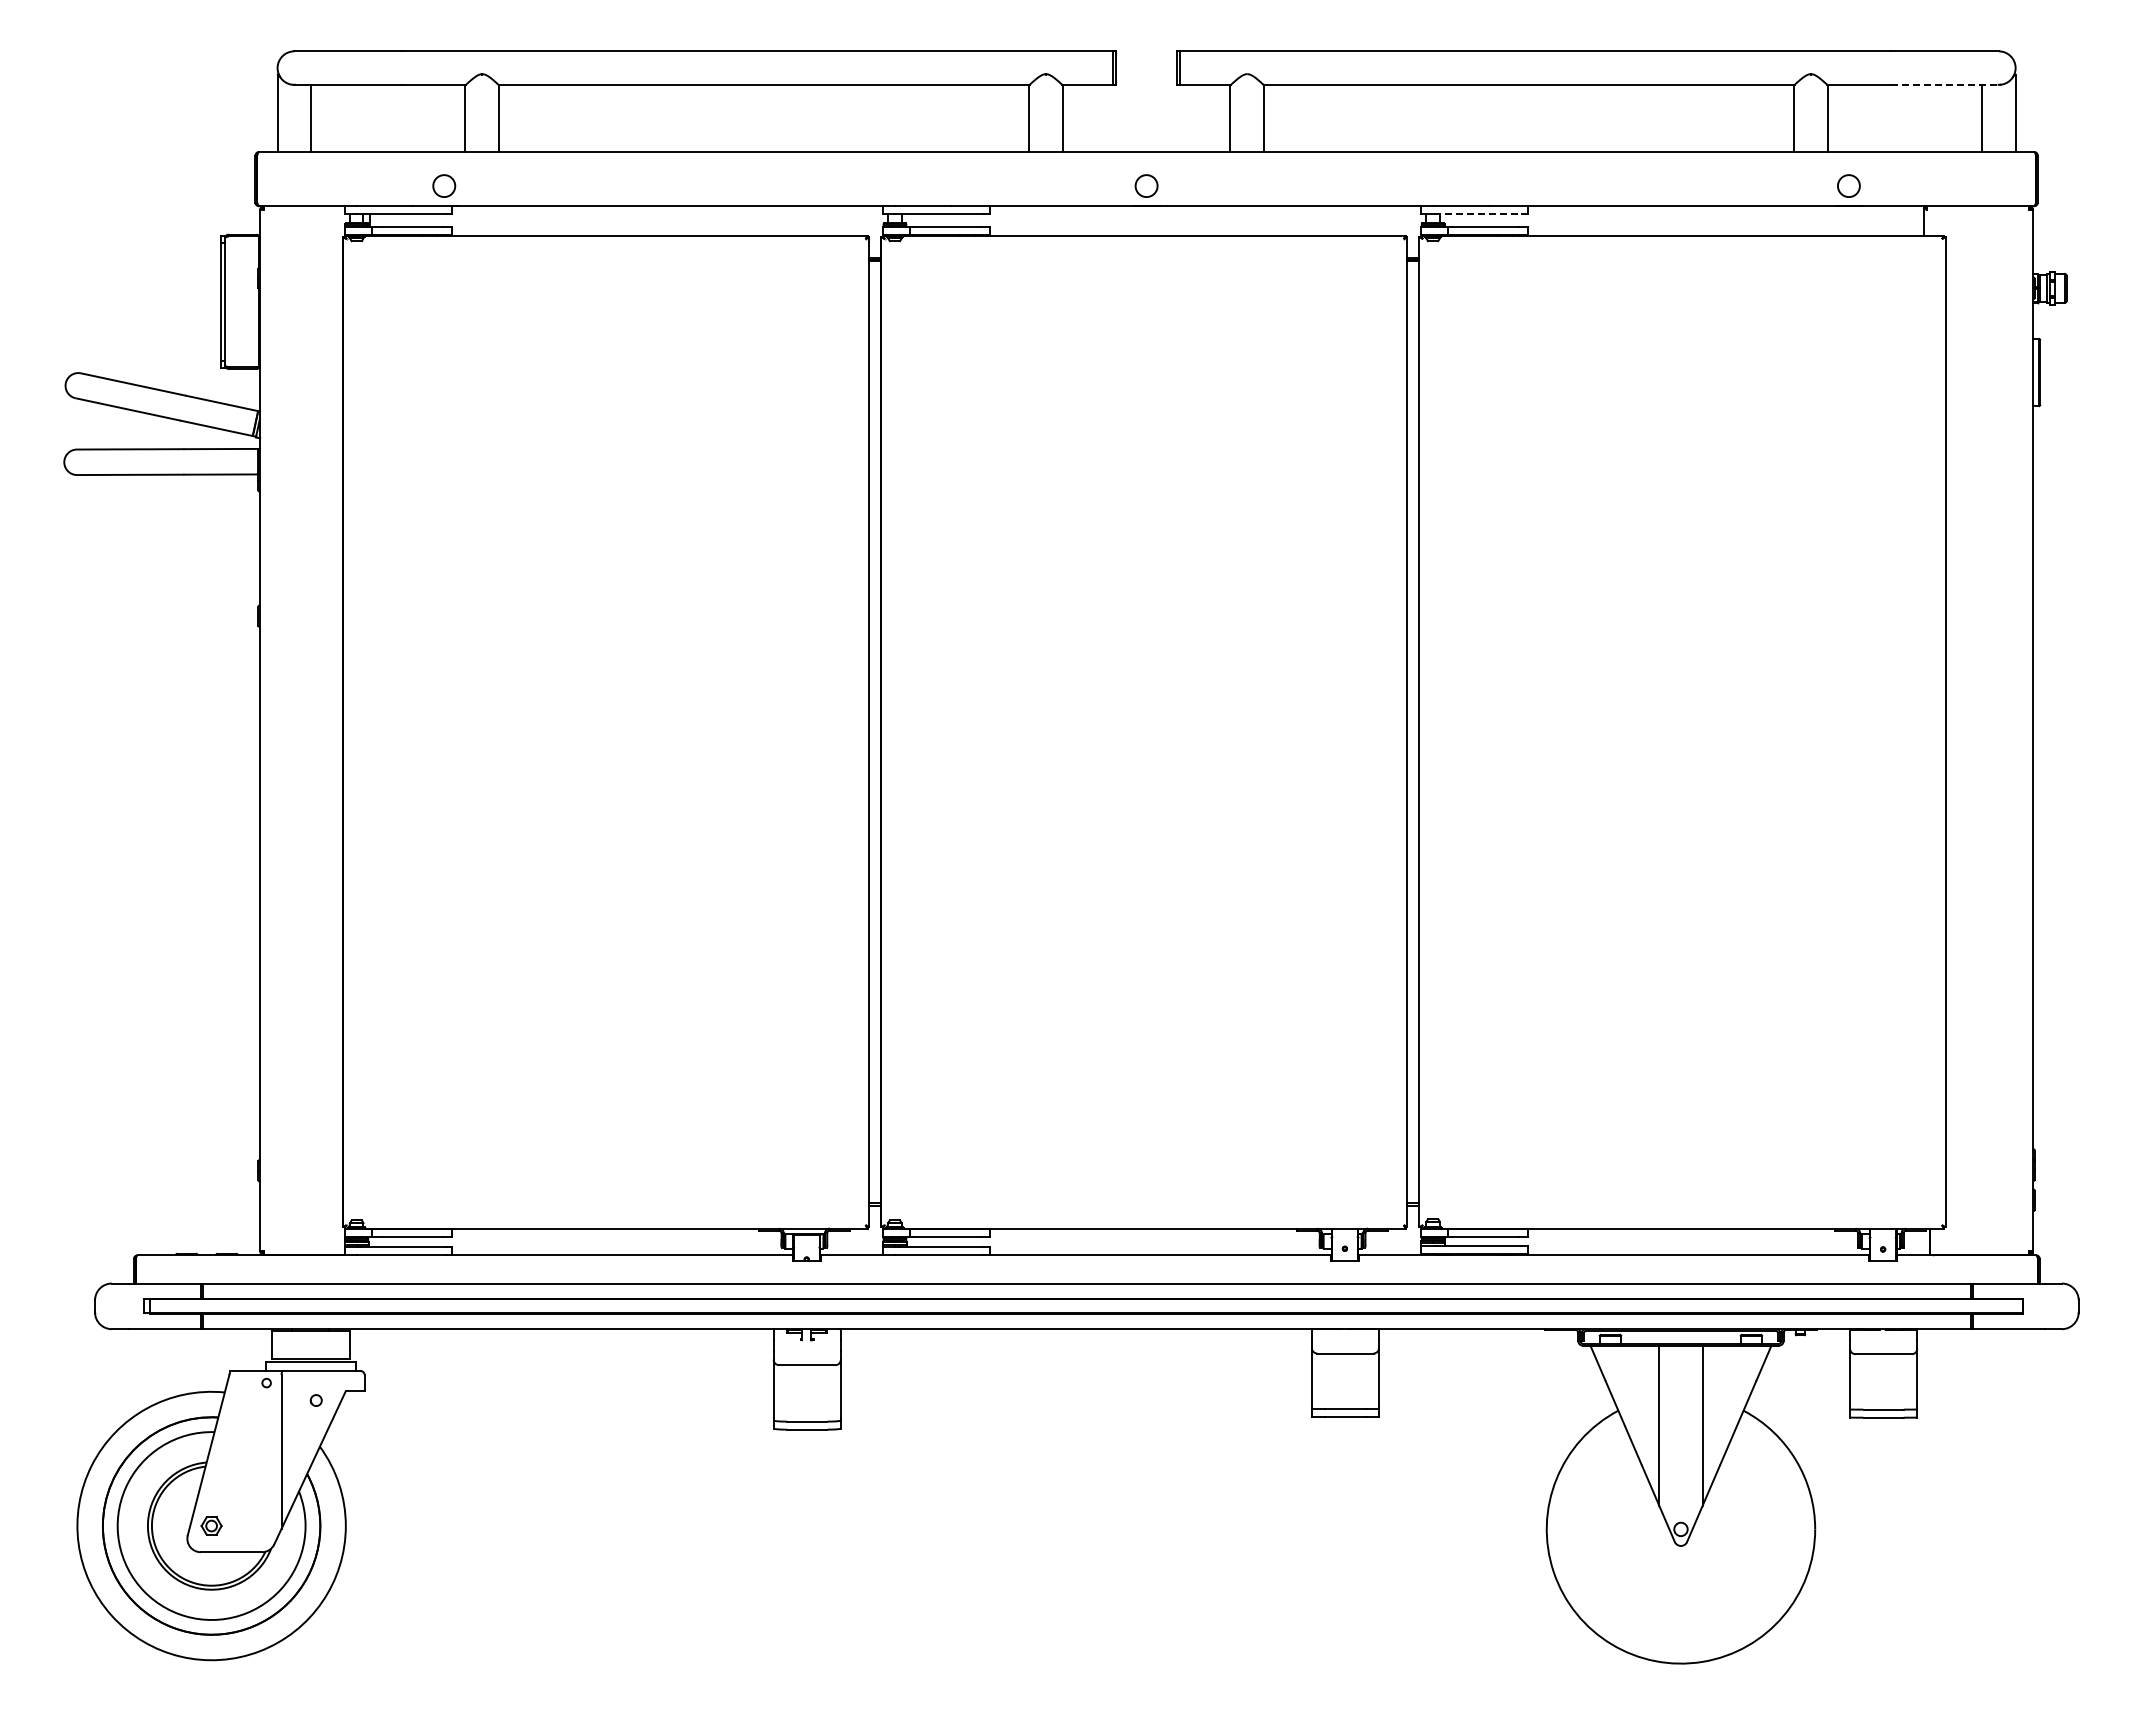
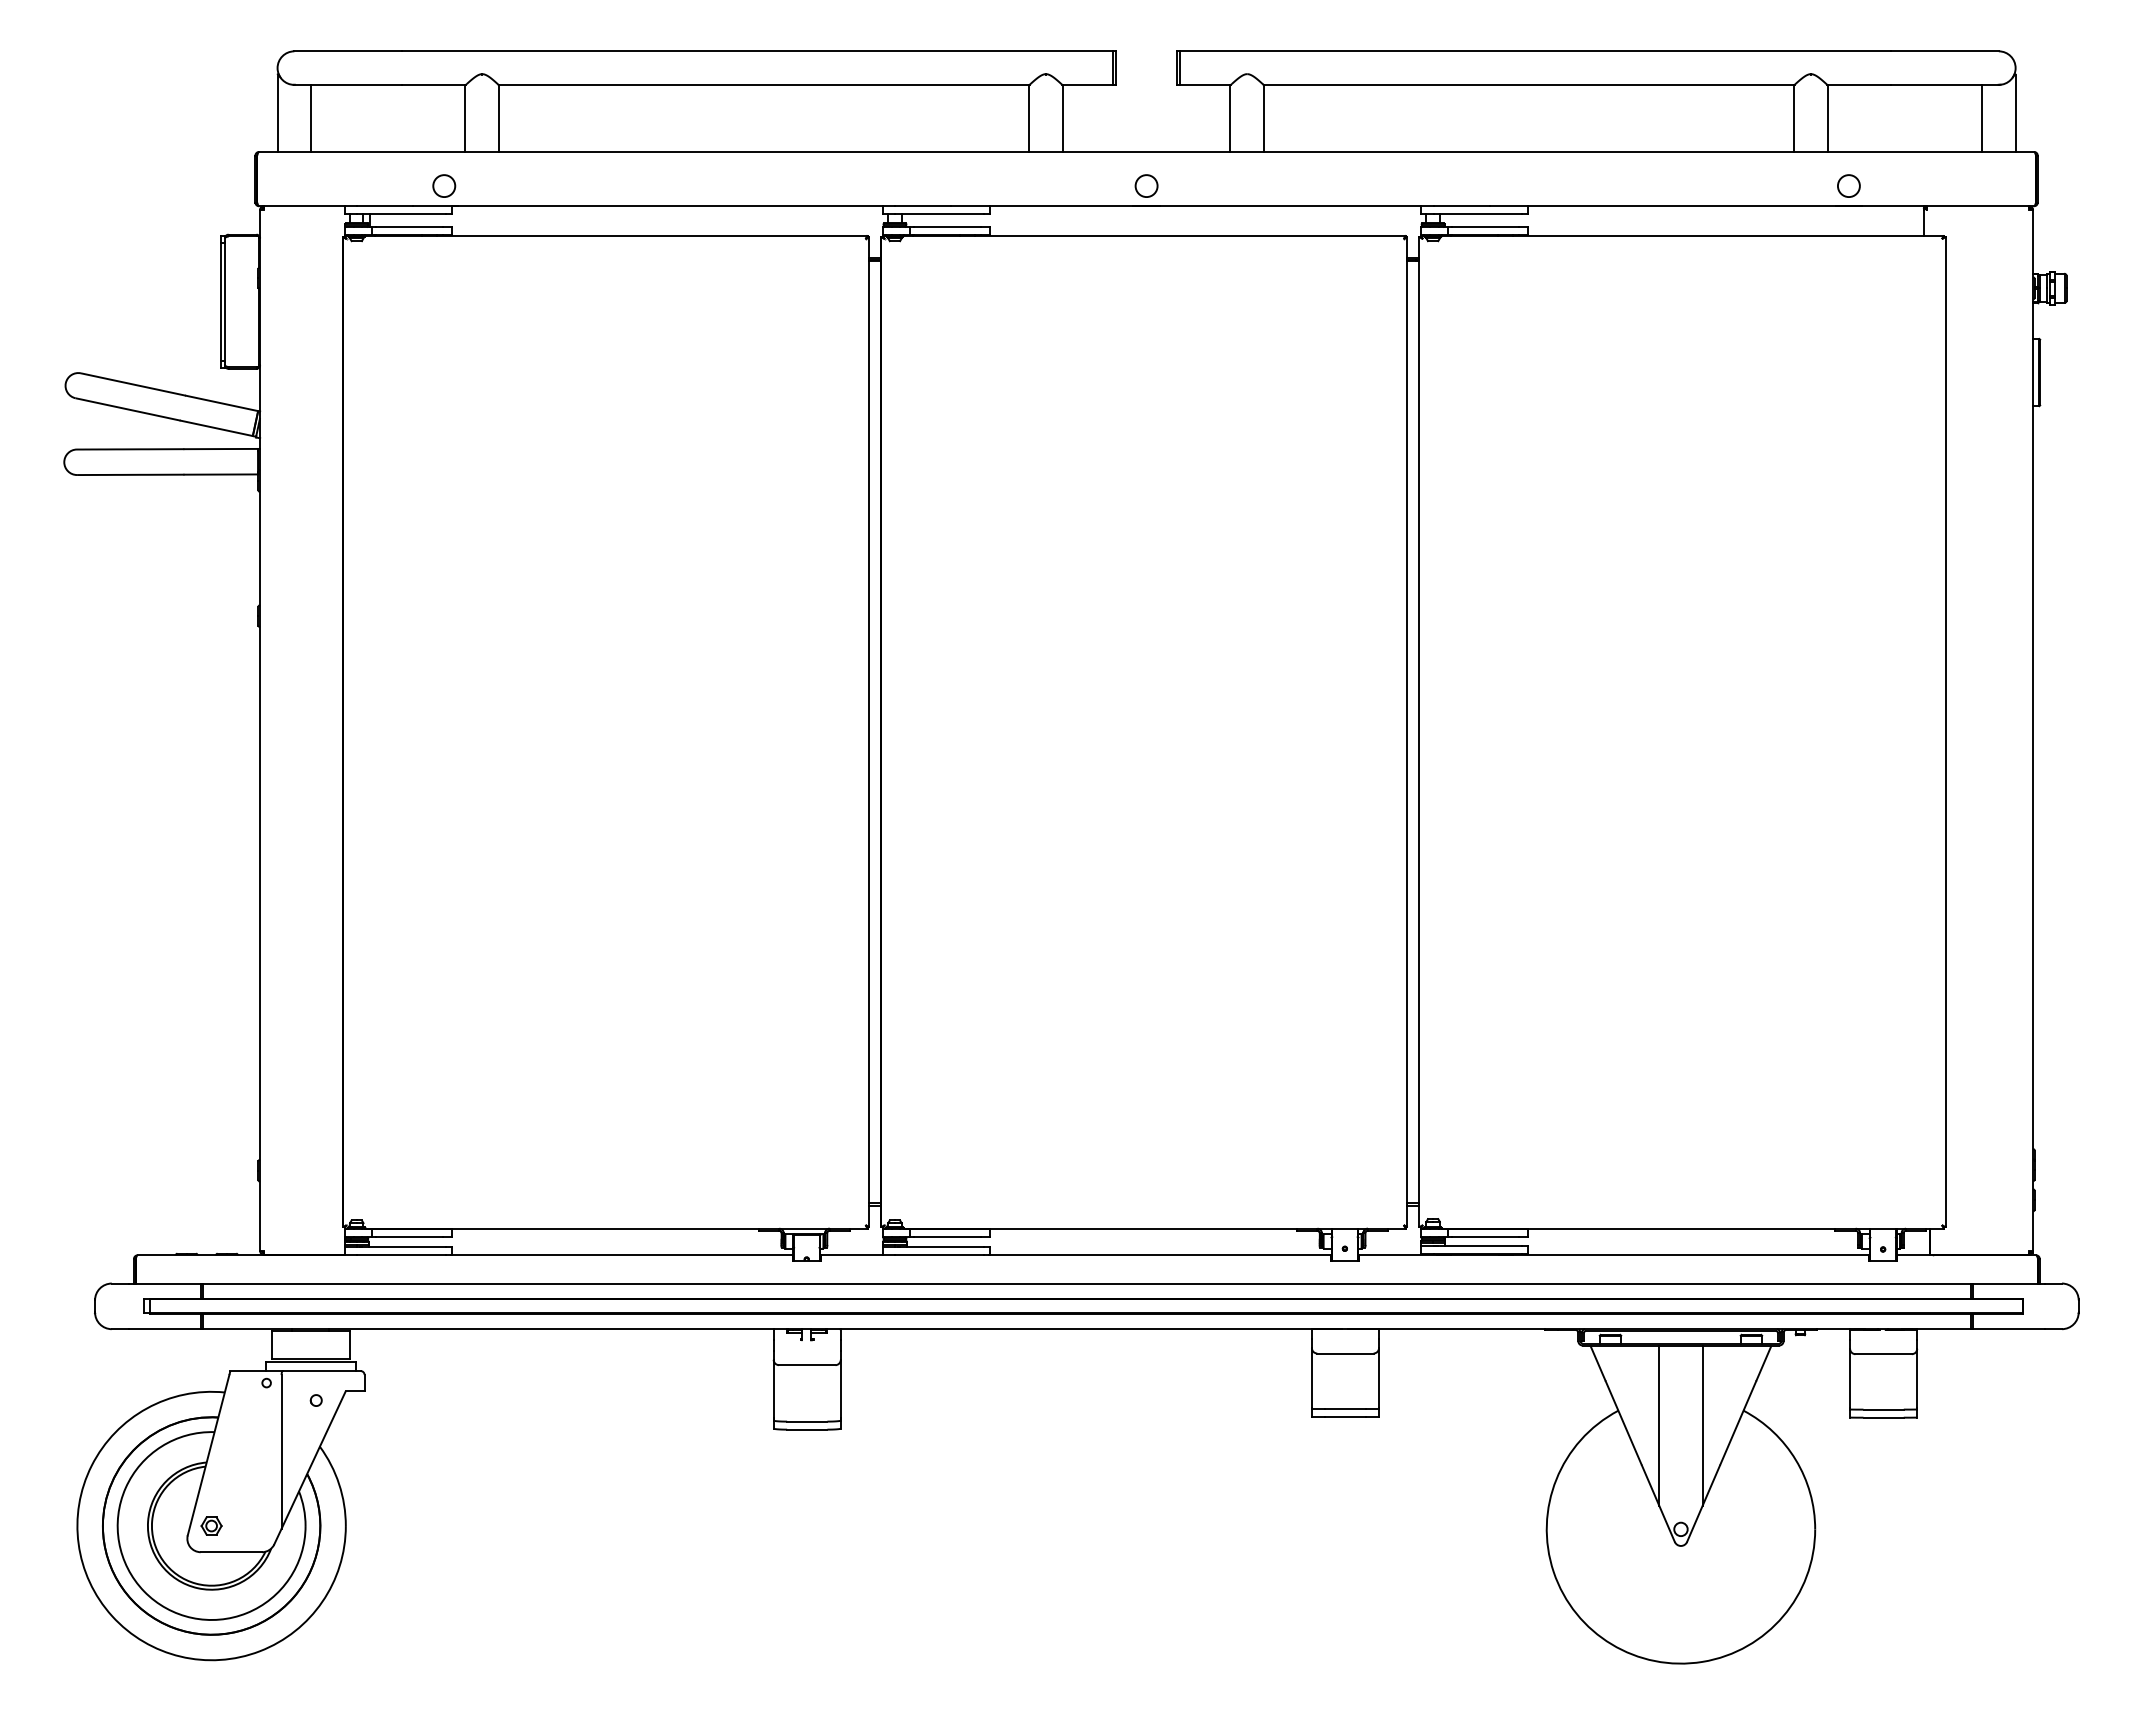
line at (1945, 84): dashed -> solid
line at (1478, 214): dashed -> solid
